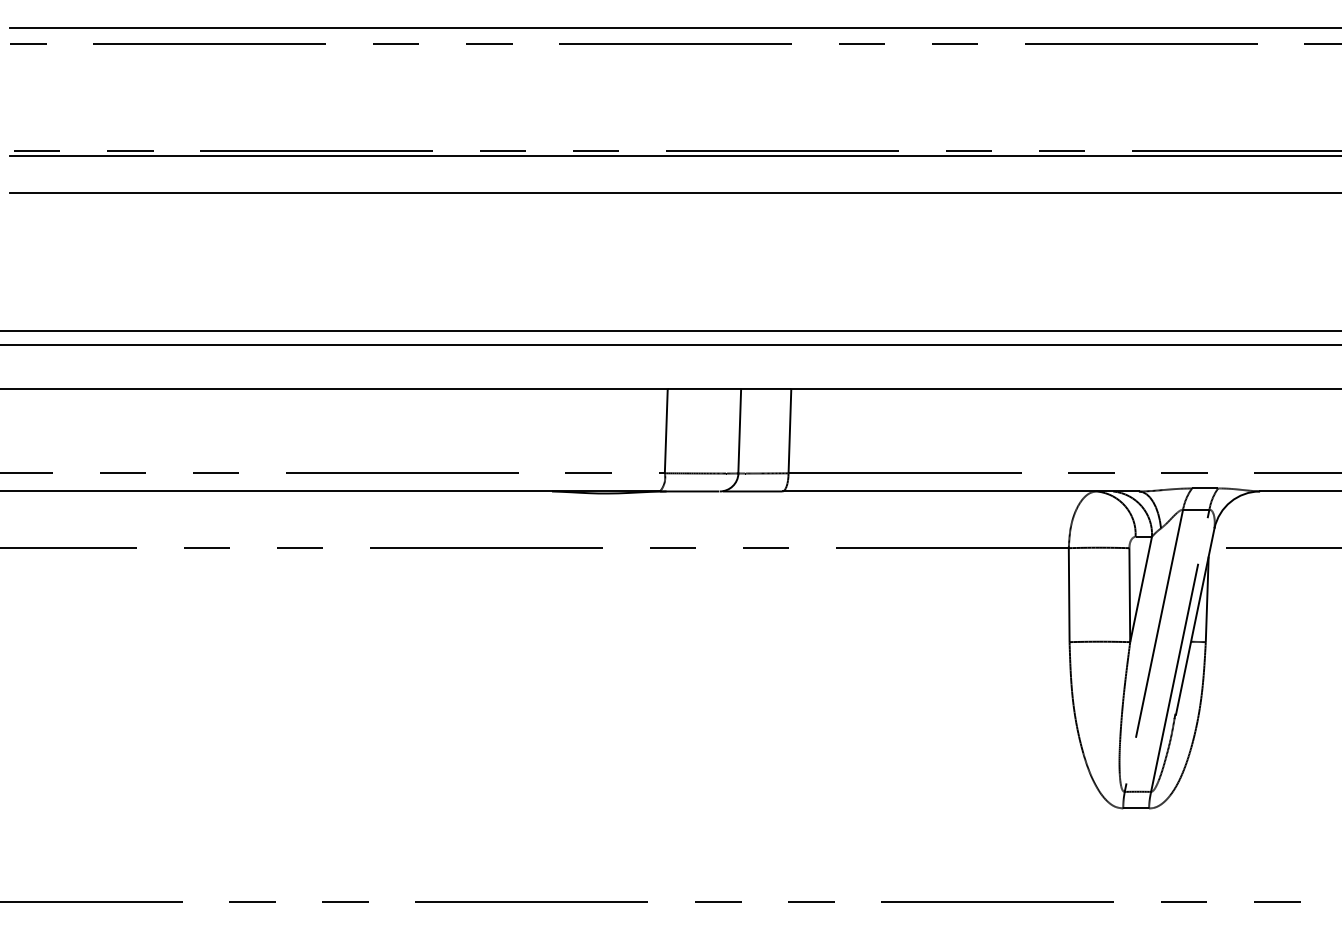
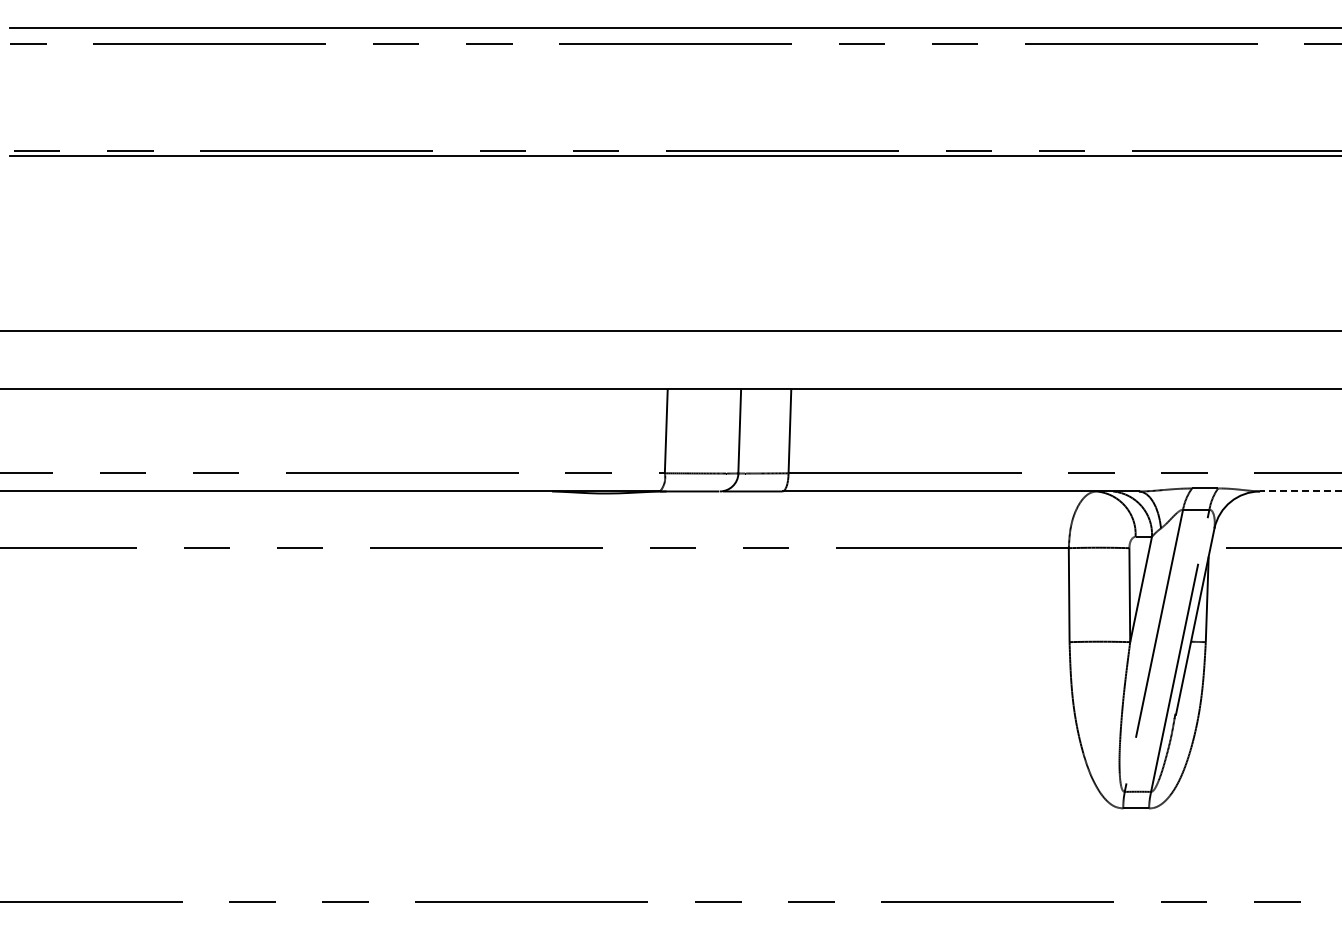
line at (673, 192): present -> none
line at (670, 344): present -> none
line at (1300, 491): solid -> dashed
